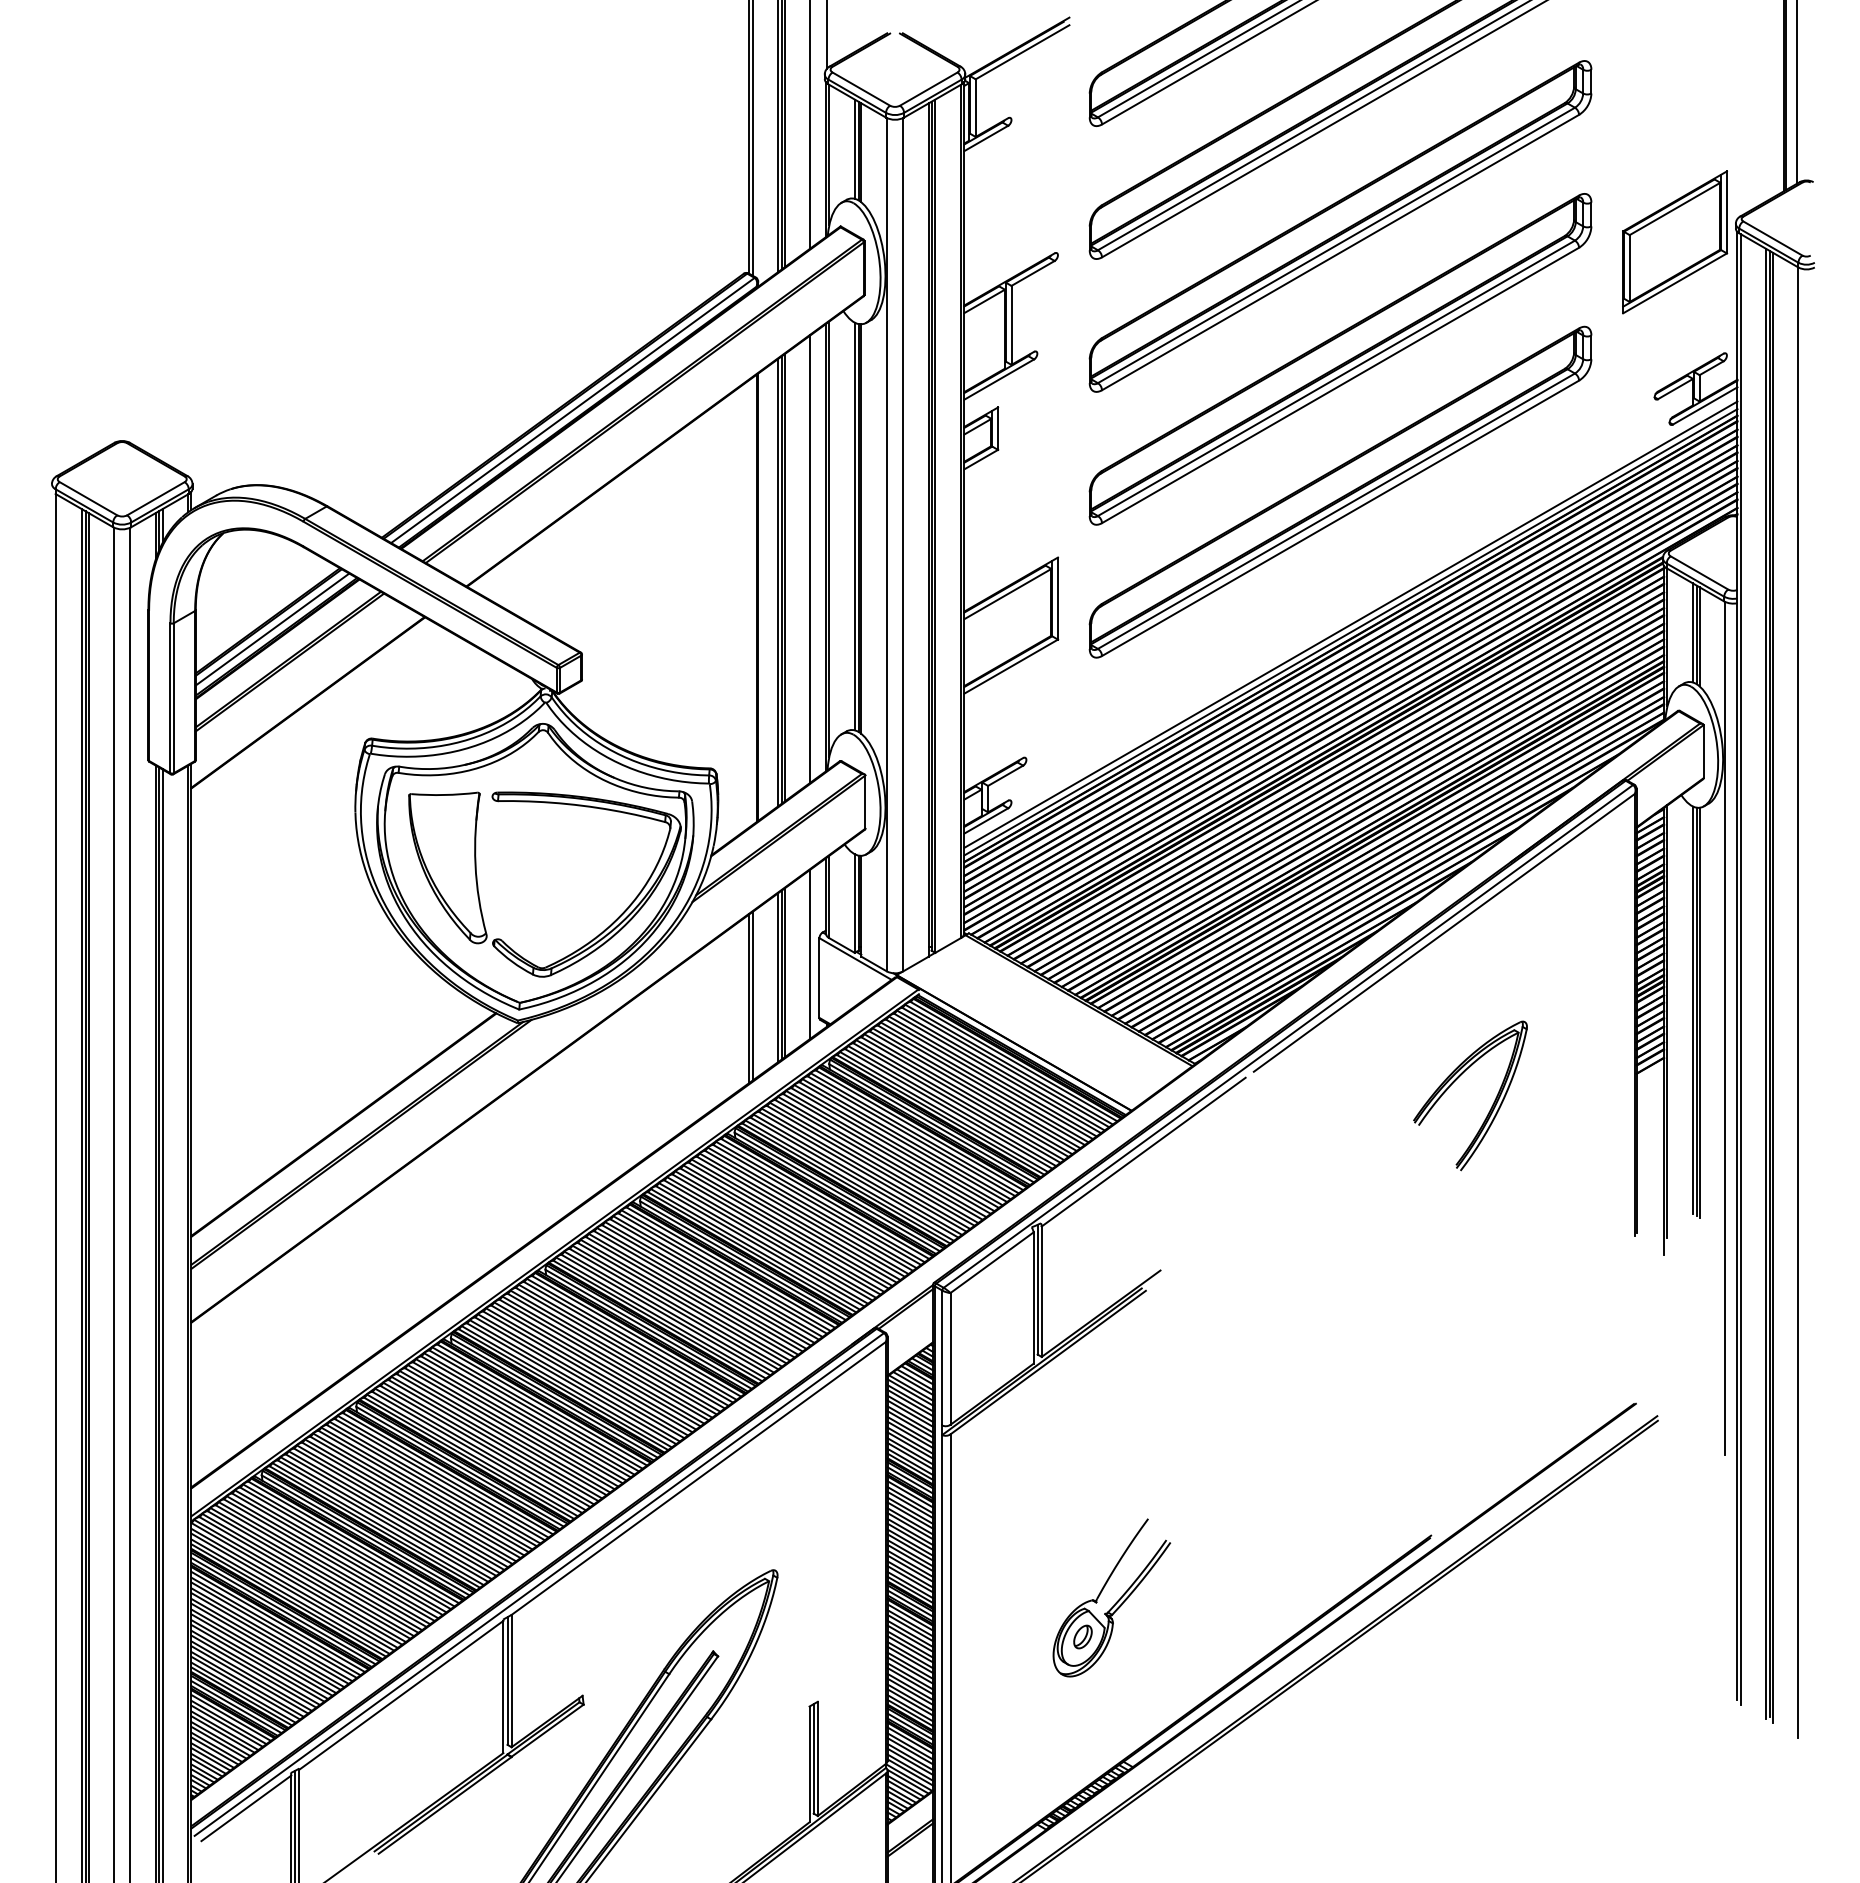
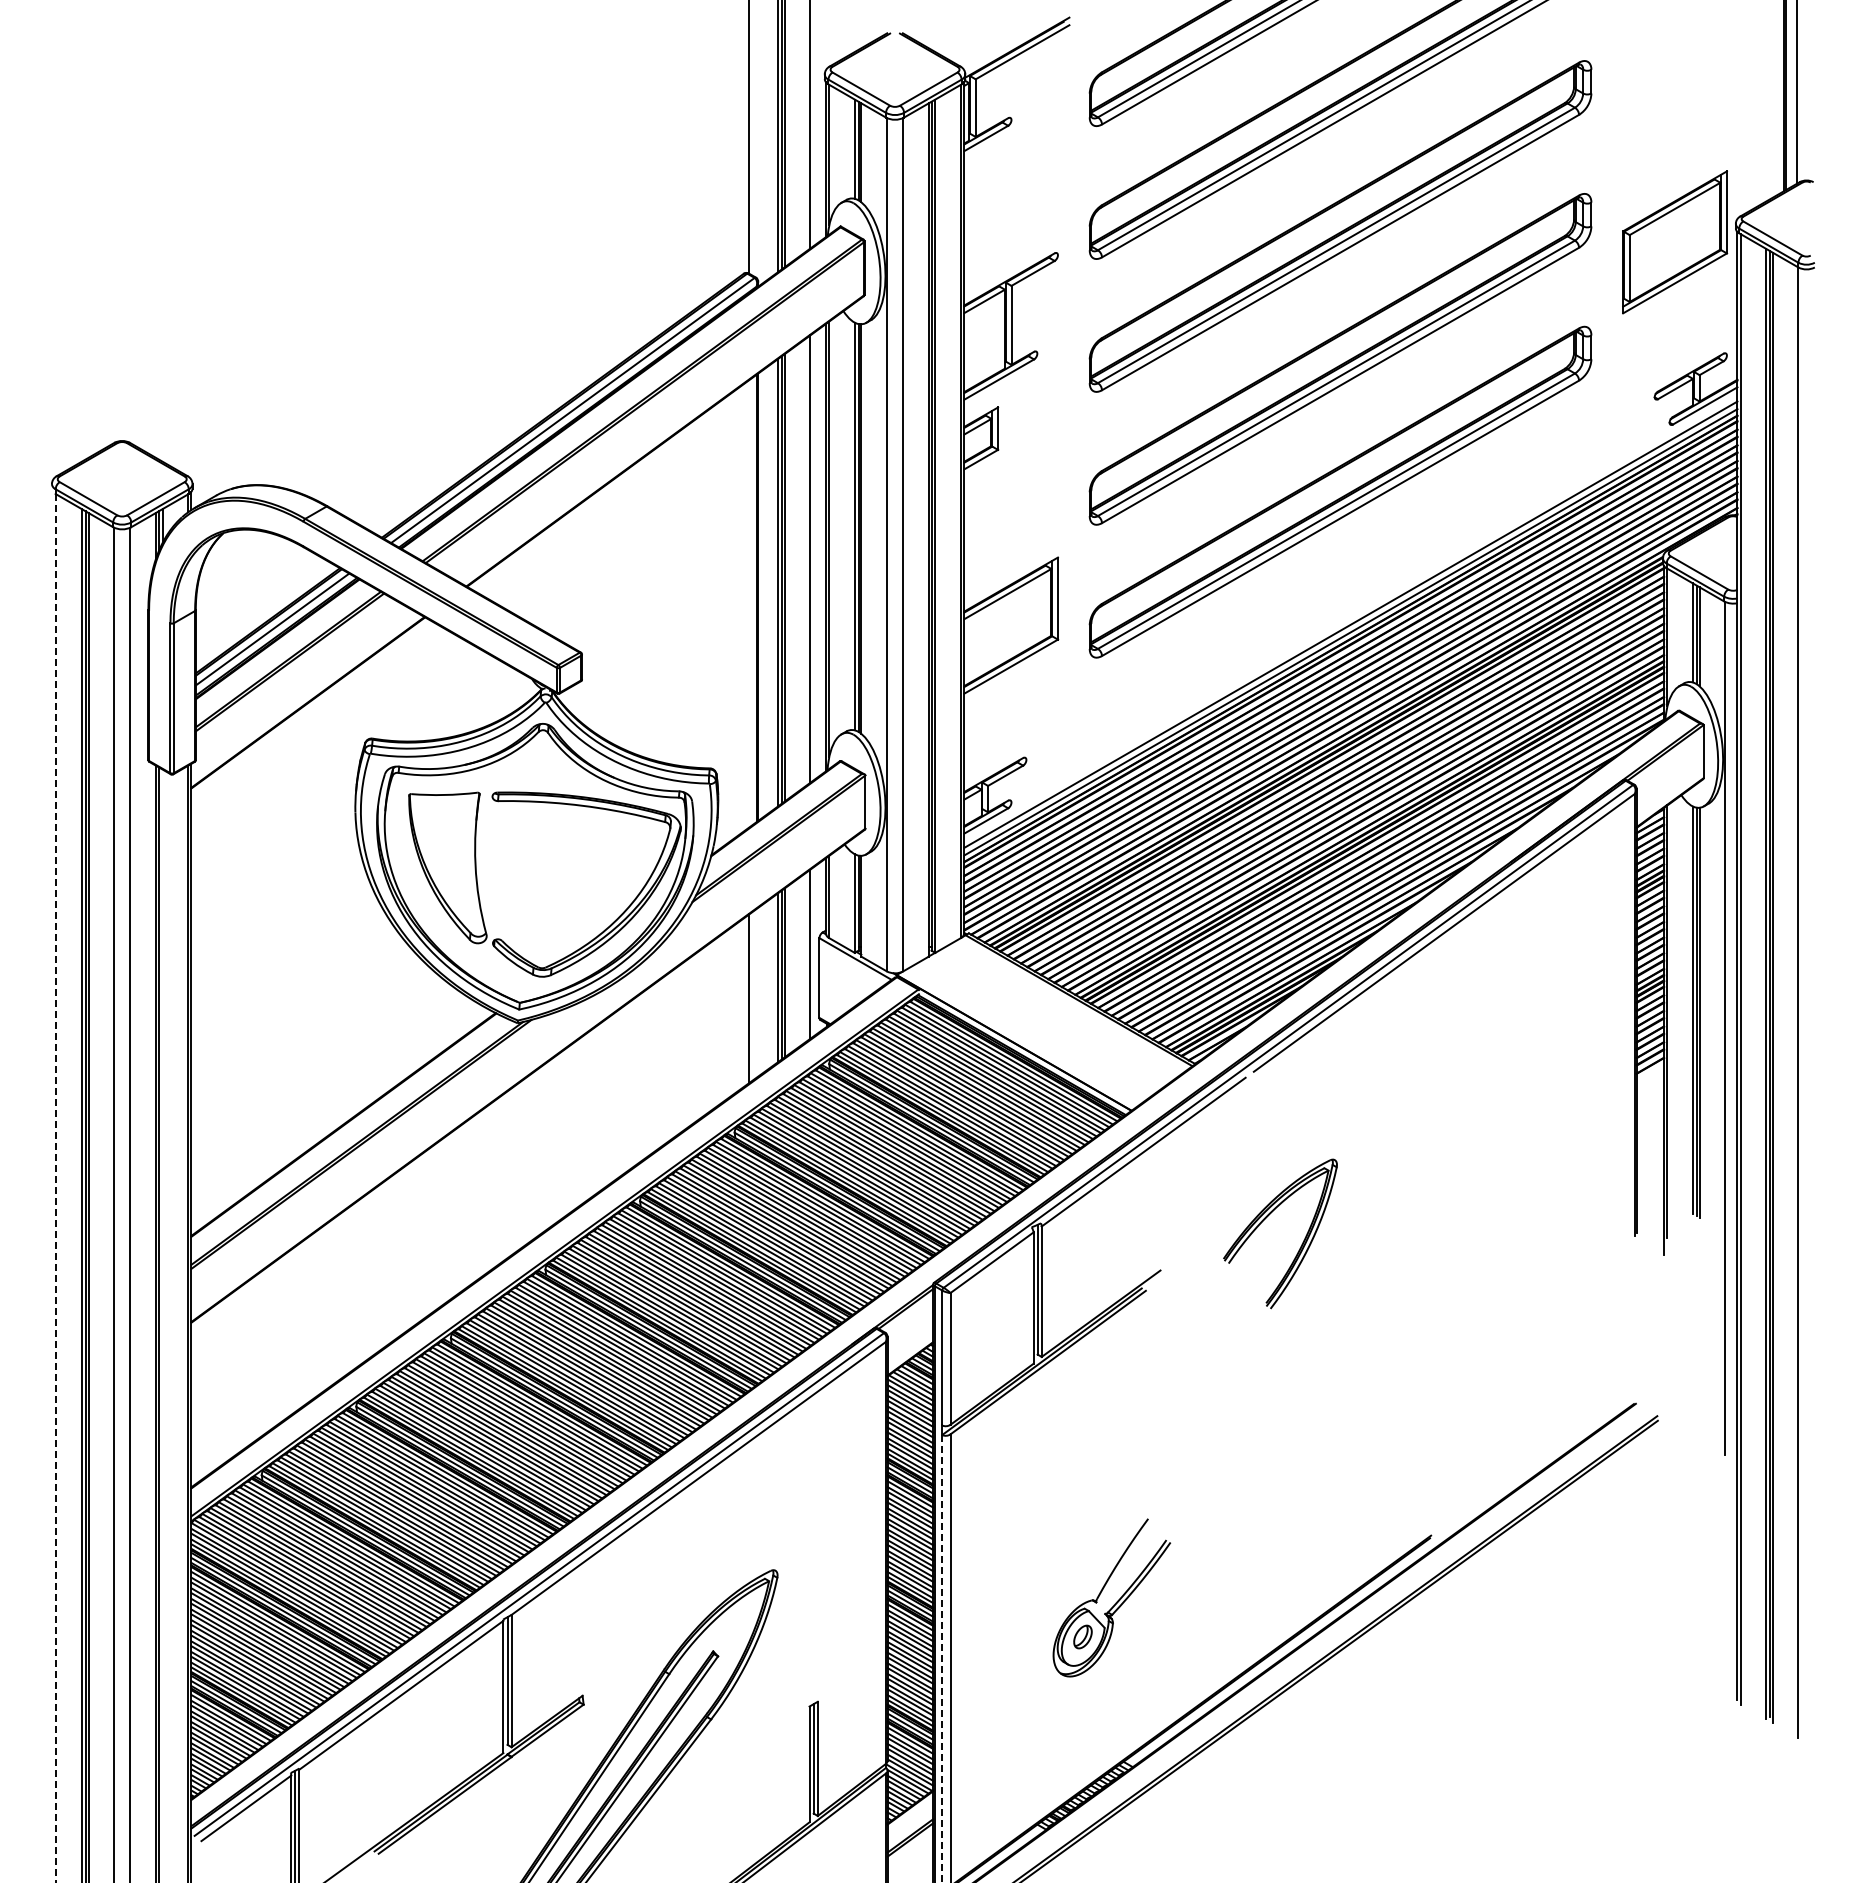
line at (826, 35): present -> none
line at (752, 138): present -> none
line at (752, 995): present -> none
part at (1456, 1080) position: (1456, 1080) -> (1266, 1218)
line at (56, 1189): solid -> dashed
line at (162, 1324): present -> none
line at (942, 1658): solid -> dashed
